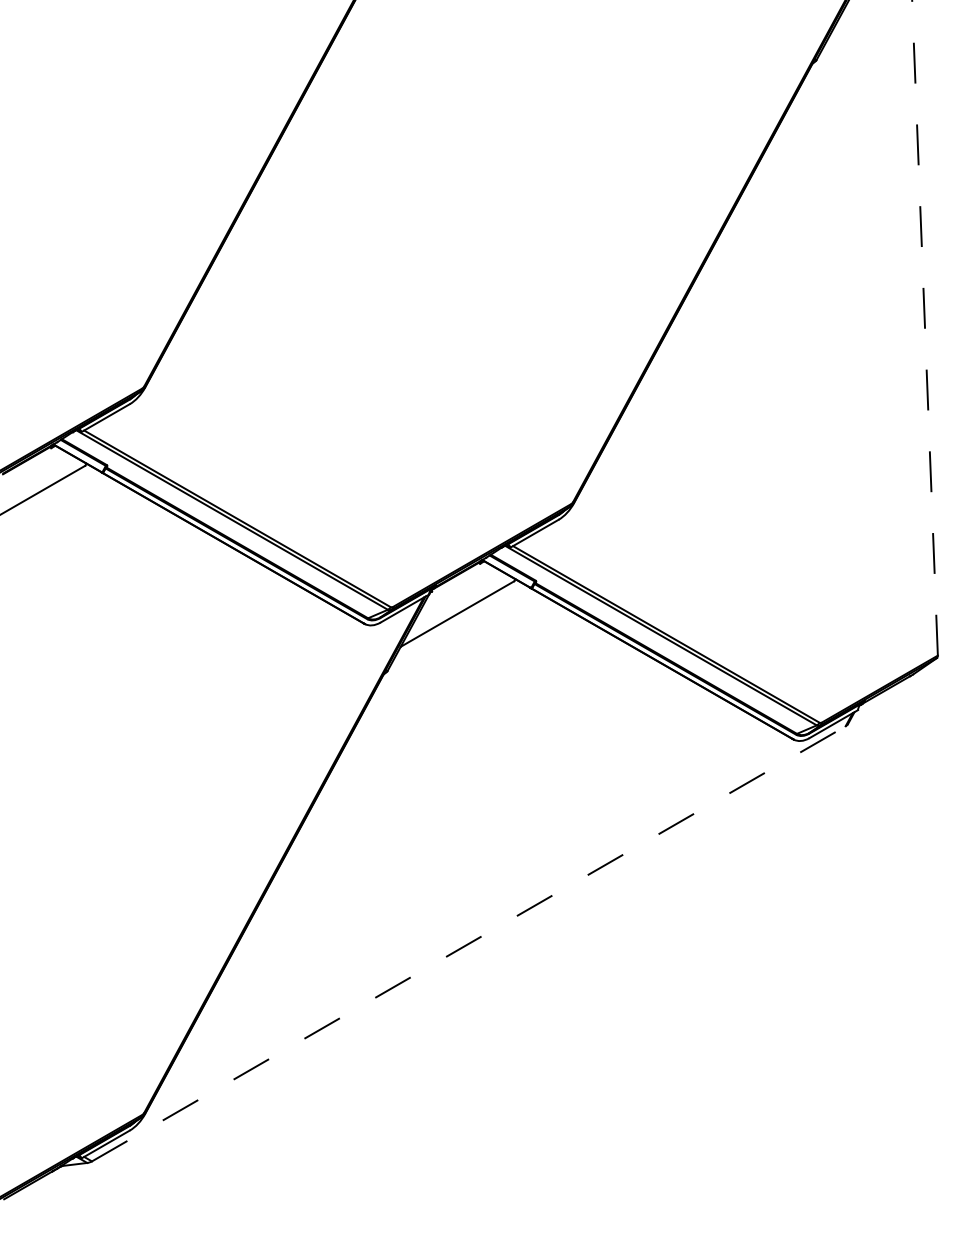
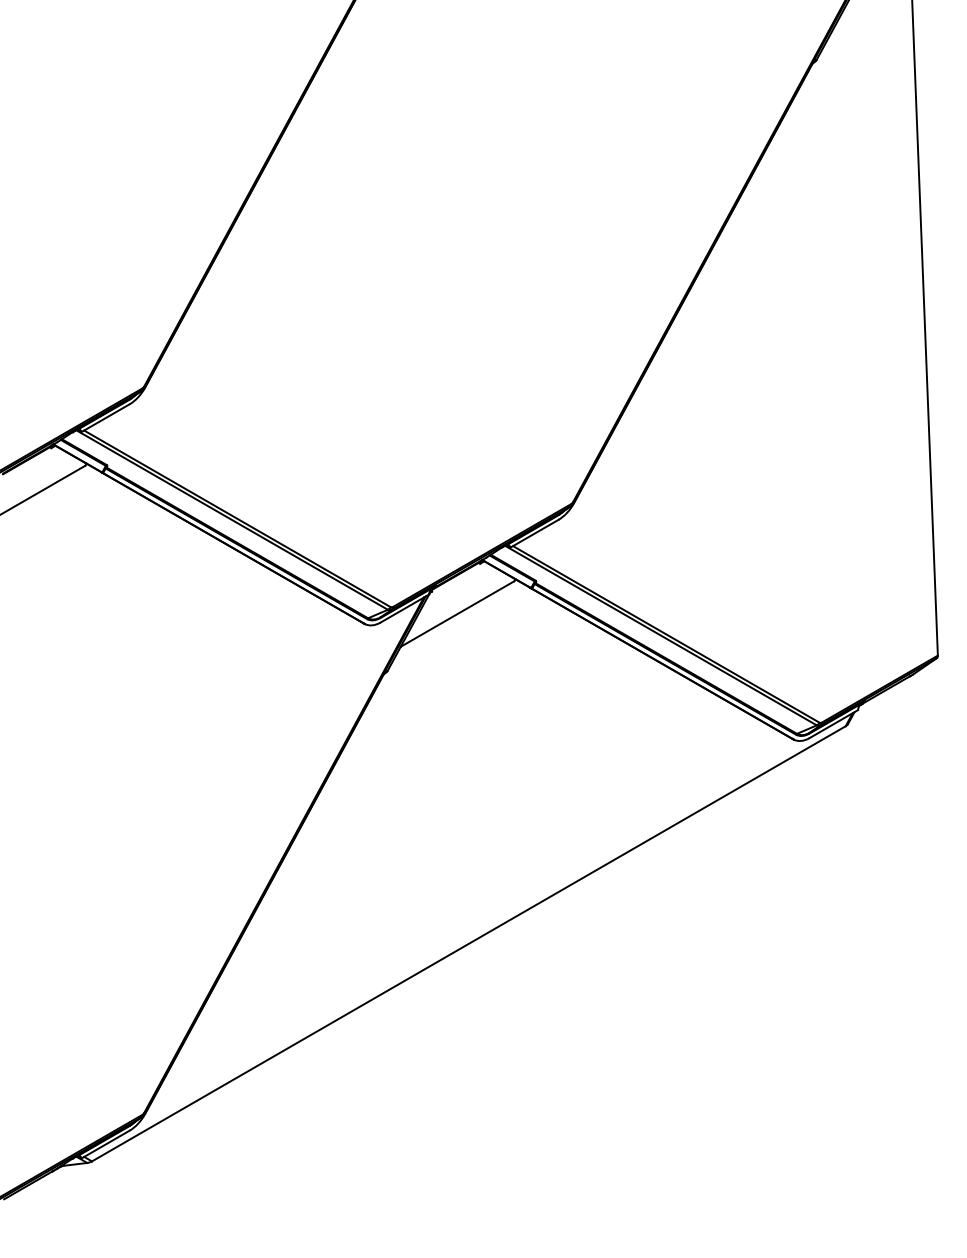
line at (925, 328): dashed -> solid
line at (469, 943): dashed -> solid
